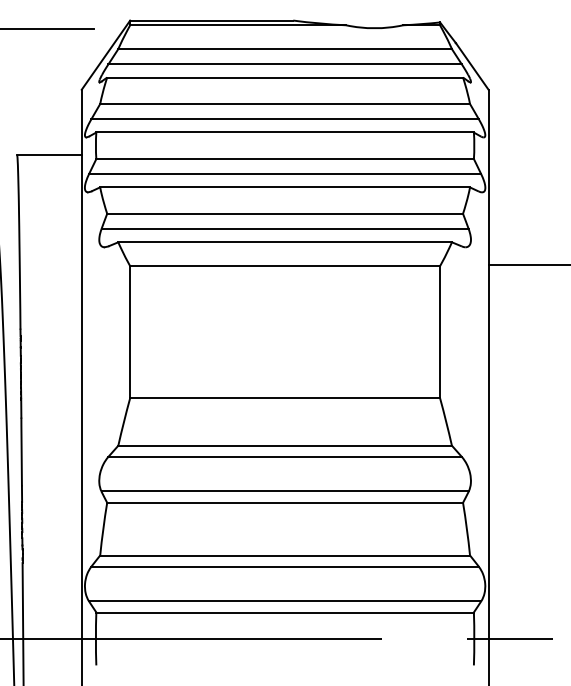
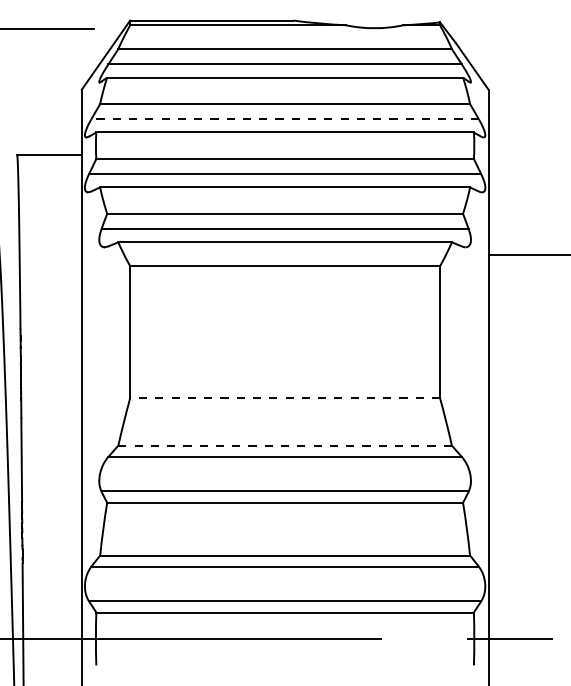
line at (285, 119): solid -> dashed
line at (527, 264) position: (527, 264) -> (527, 254)
line at (285, 398): solid -> dashed
line at (285, 445): solid -> dashed
